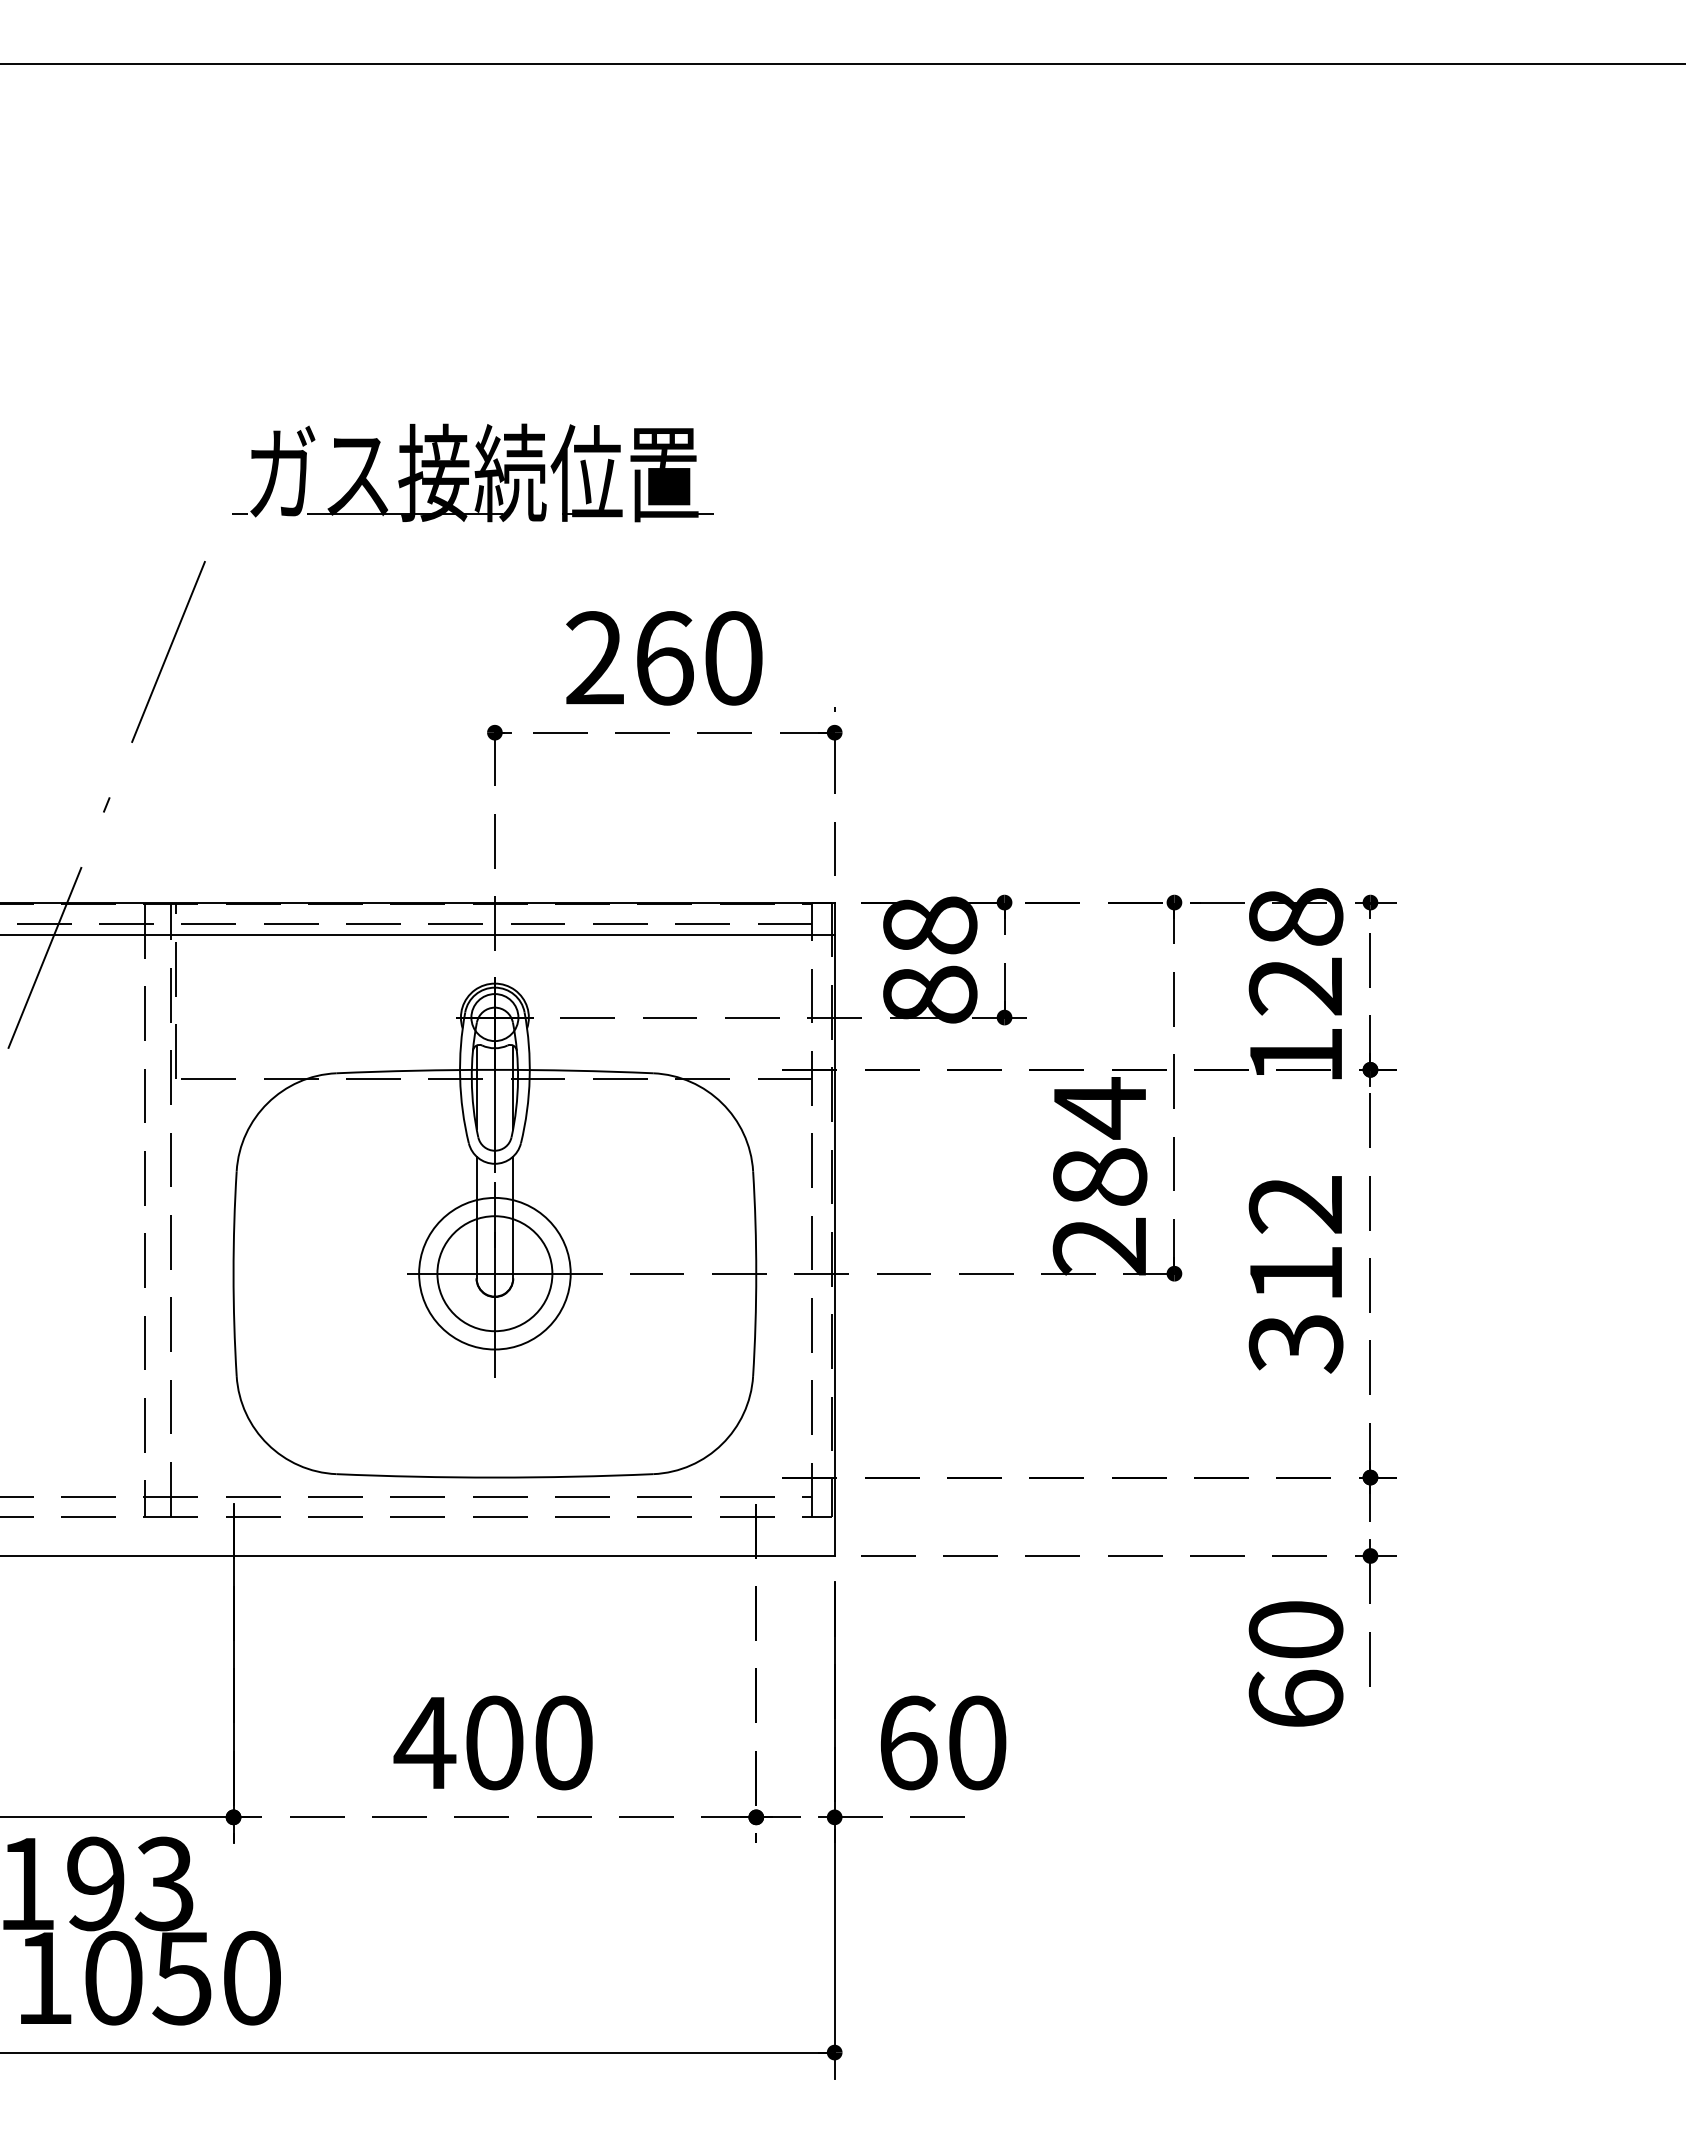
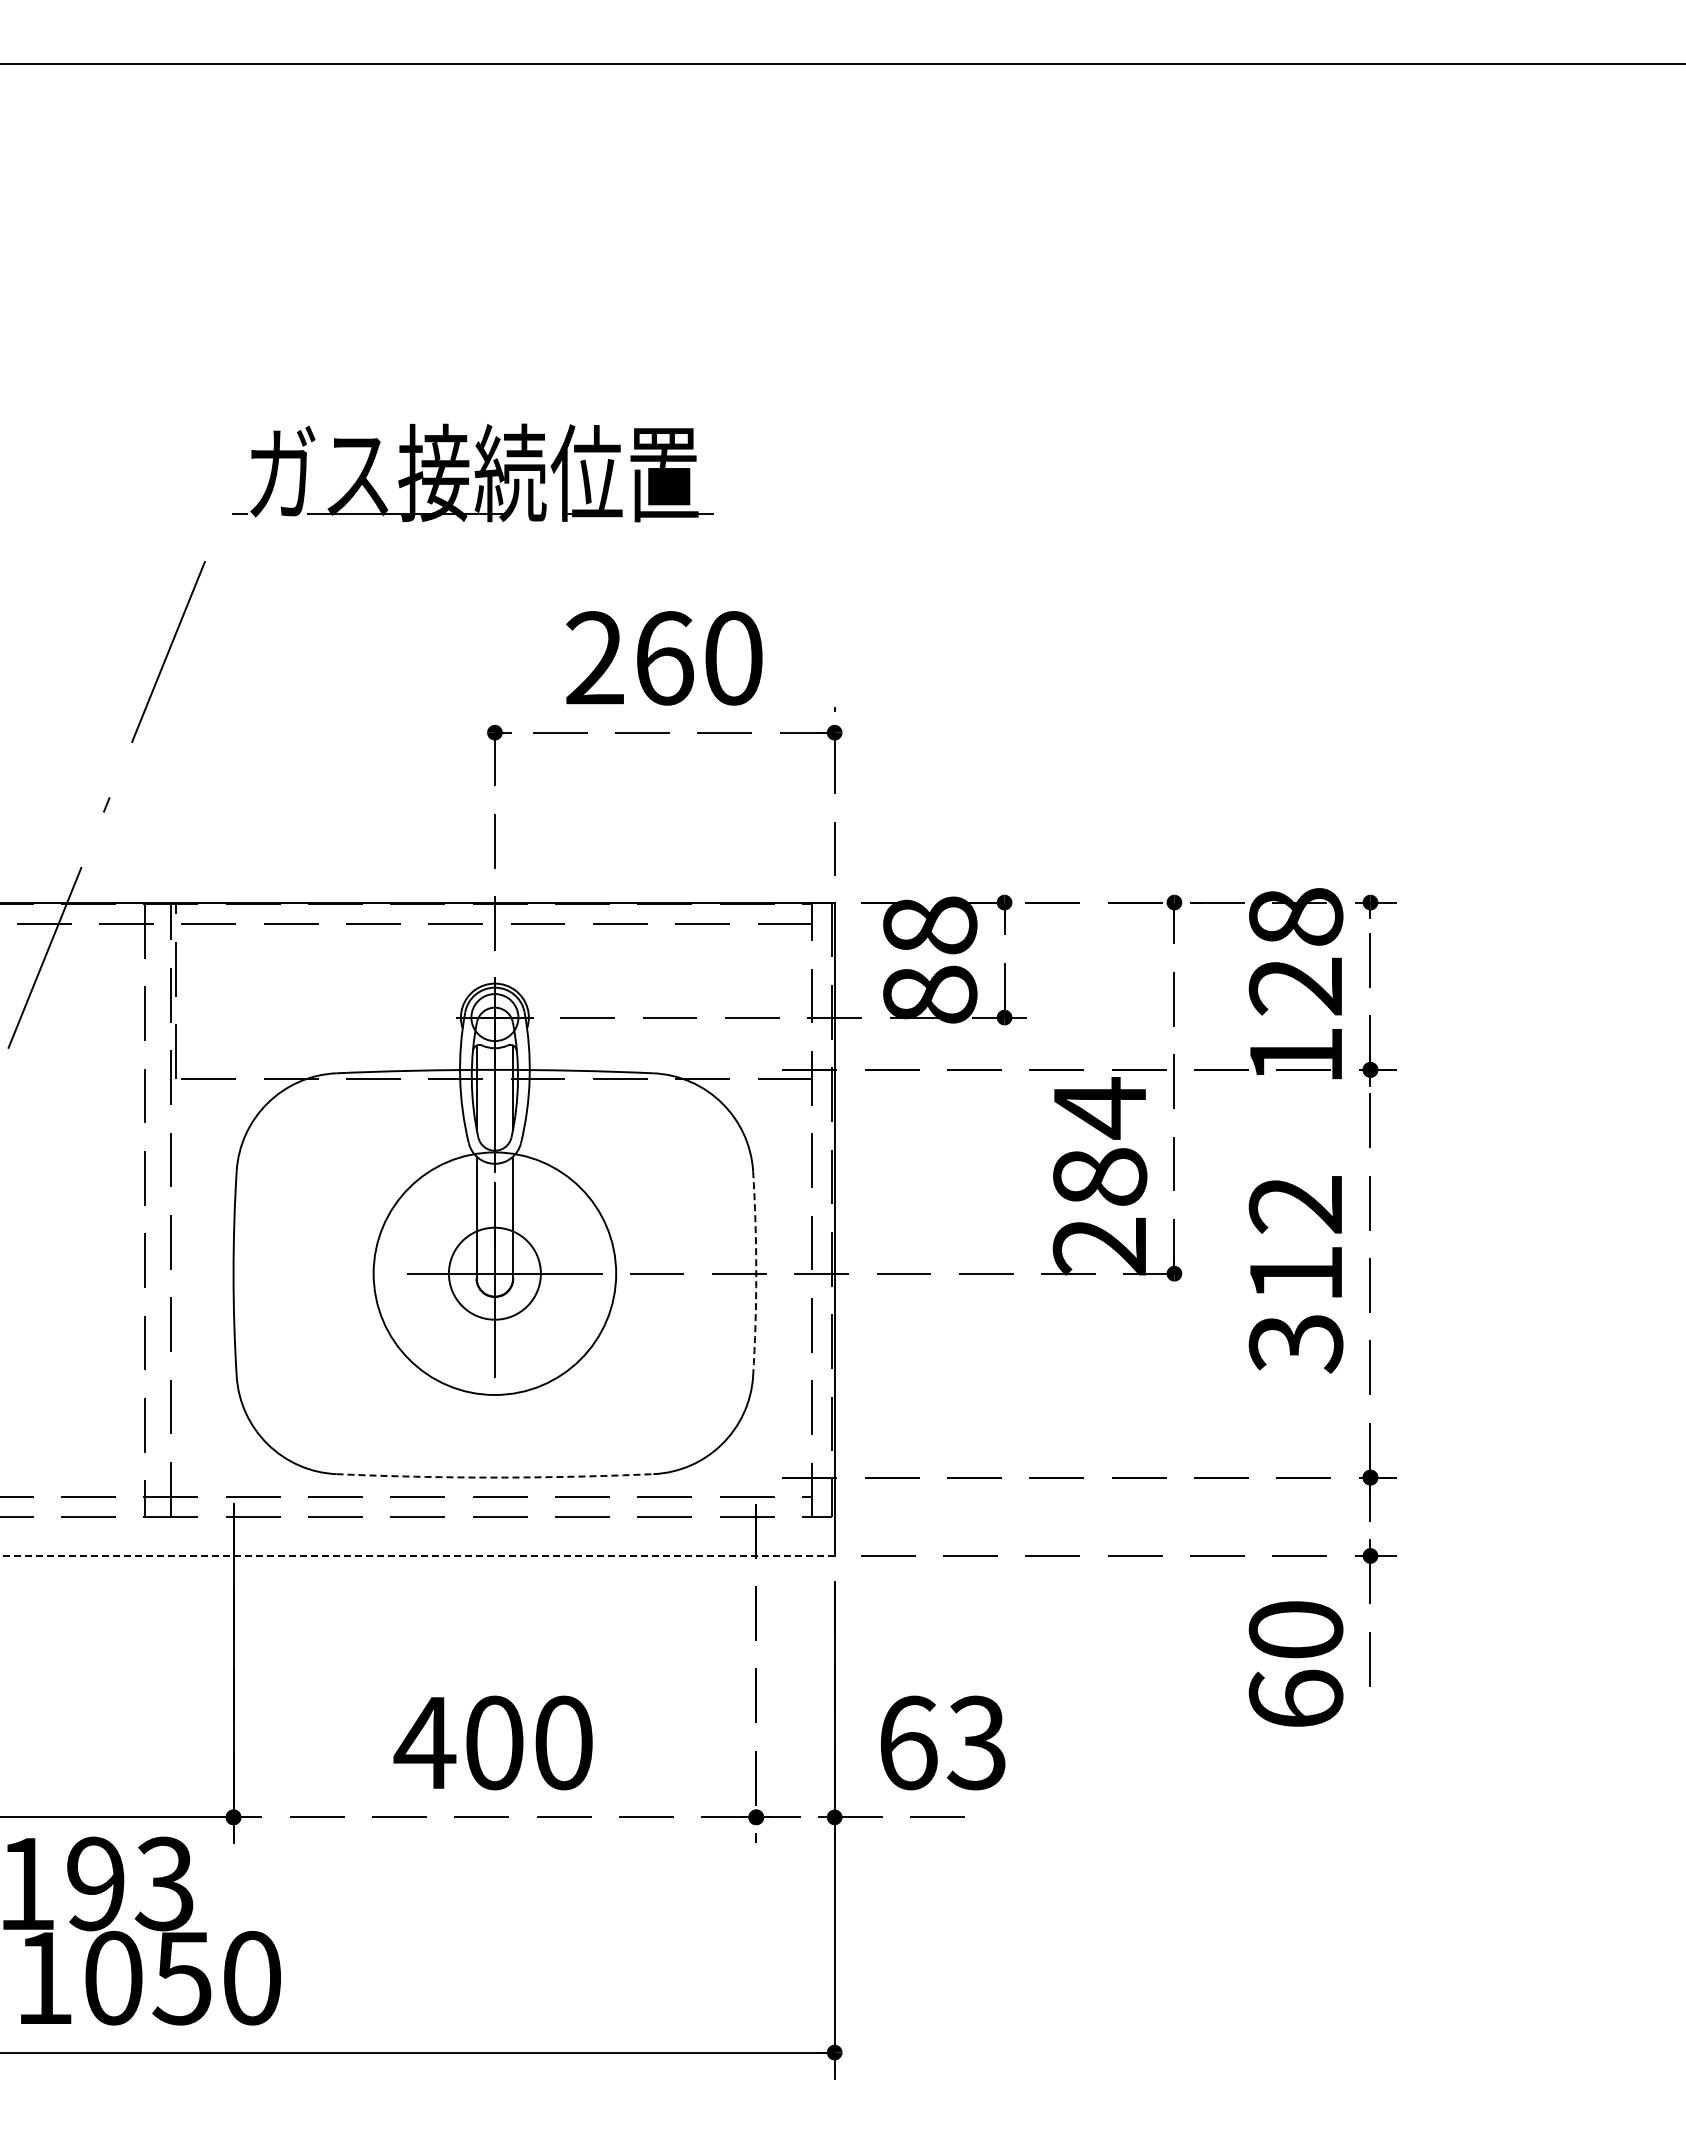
line at (418, 935): present -> none
circle at (494, 1273) diameter: 115 px -> 92 px
circle at (494, 1273) diameter: 152 px -> 243 px
arc at (756, 1273): solid -> dashed
arc at (494, 1477): solid -> dashed
line at (416, 1555): solid -> dashed
text at (976, 1742): 60 -> 63
